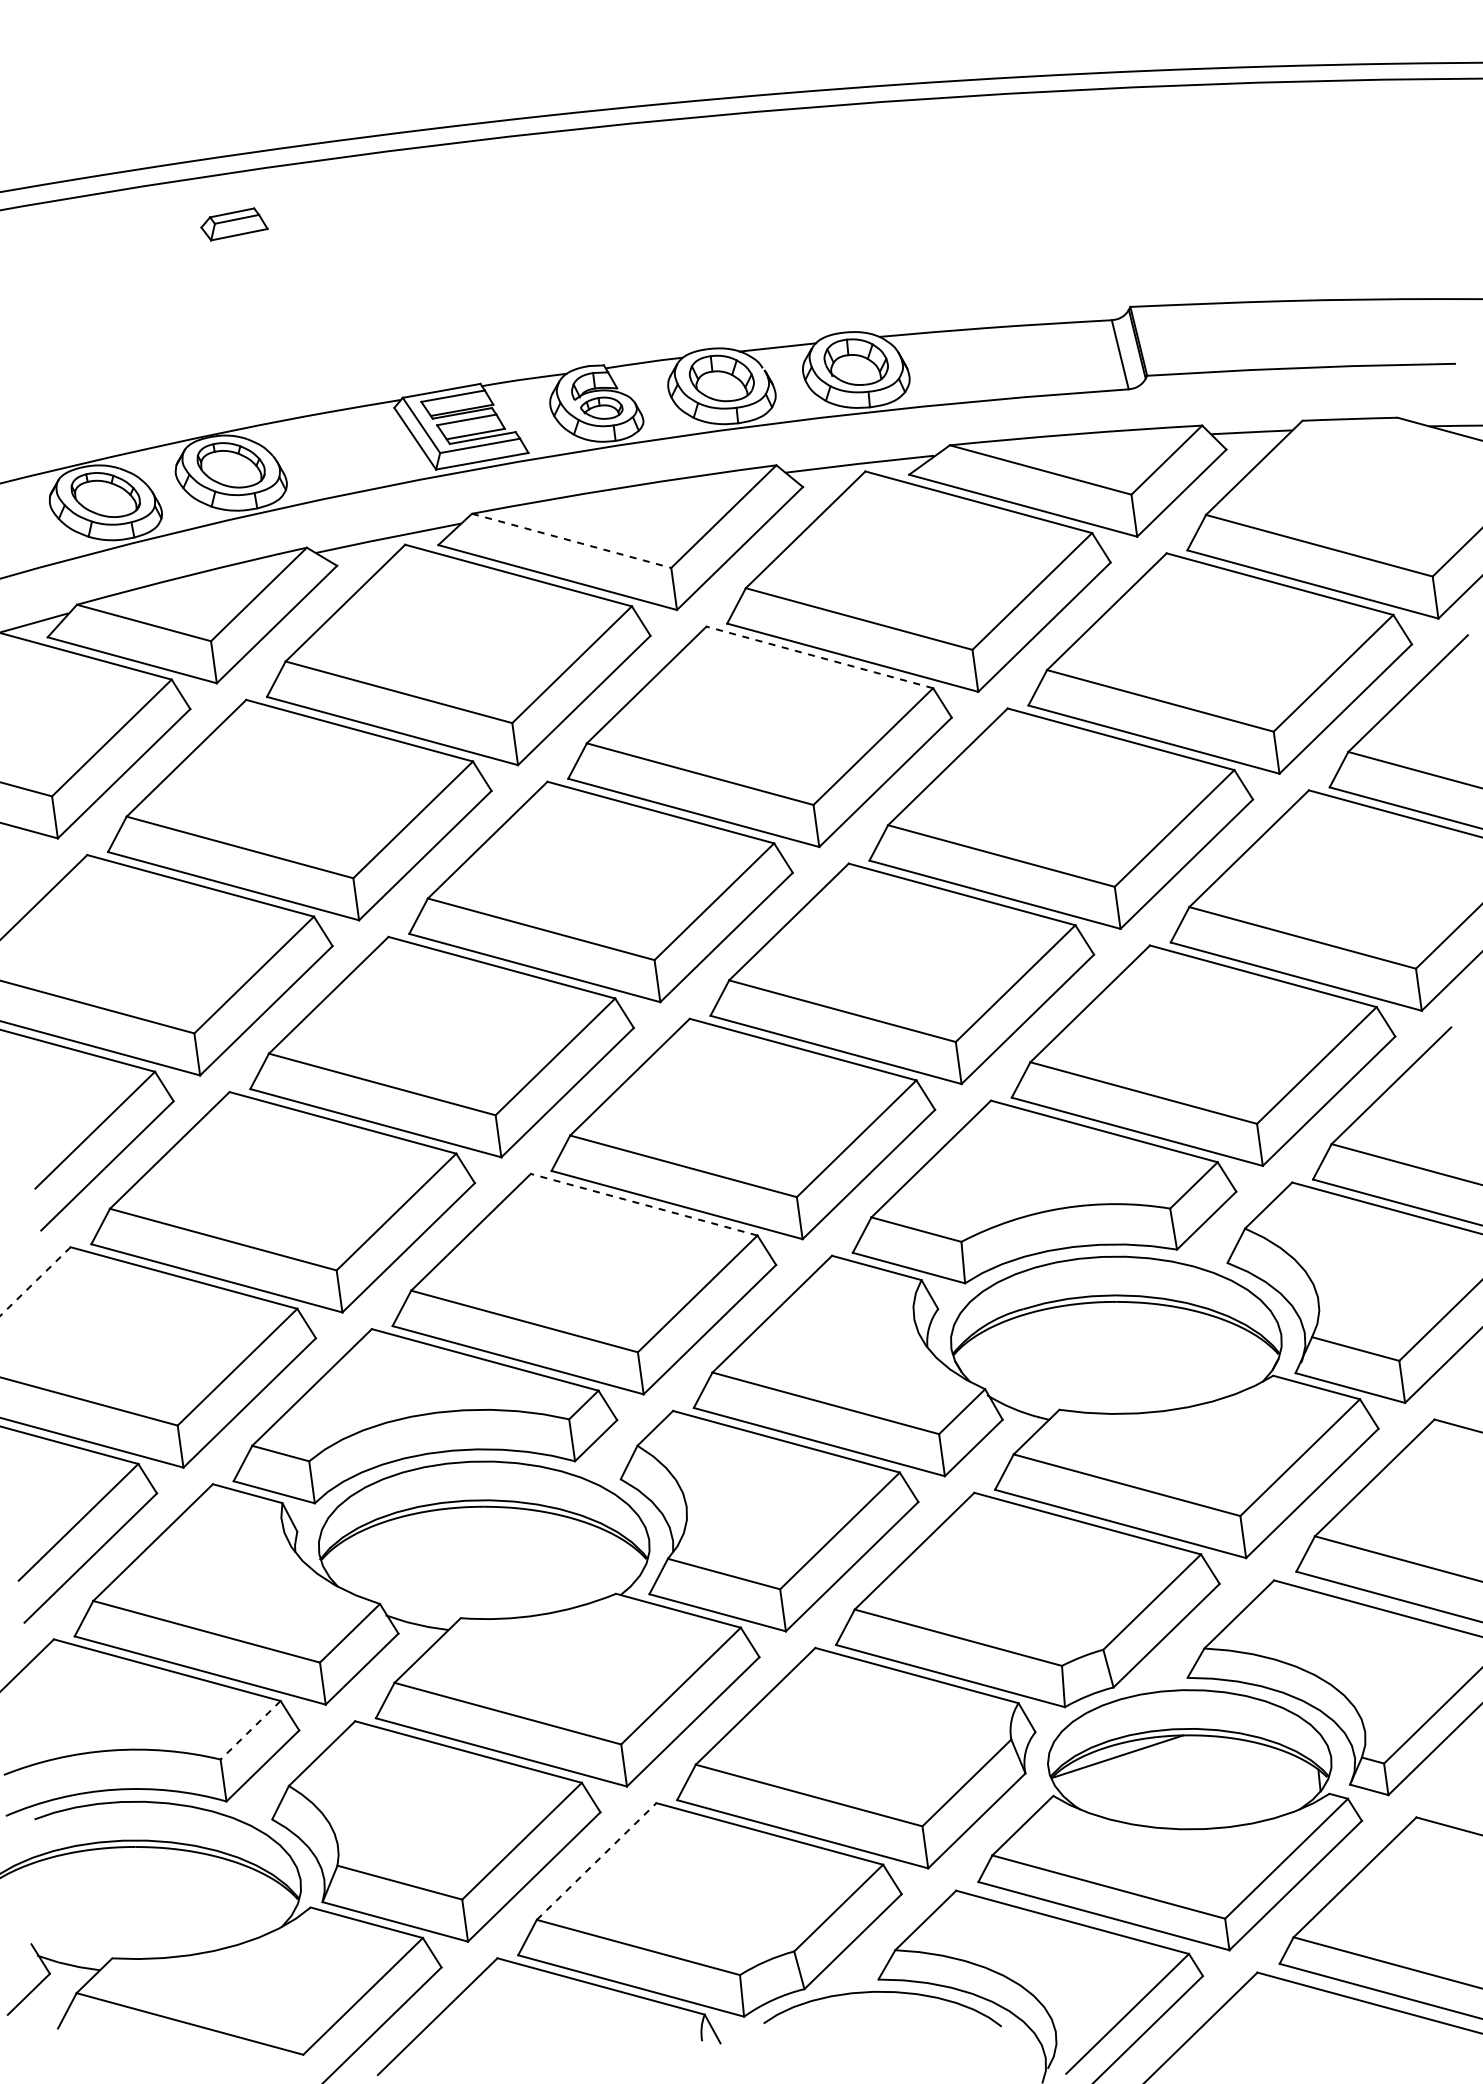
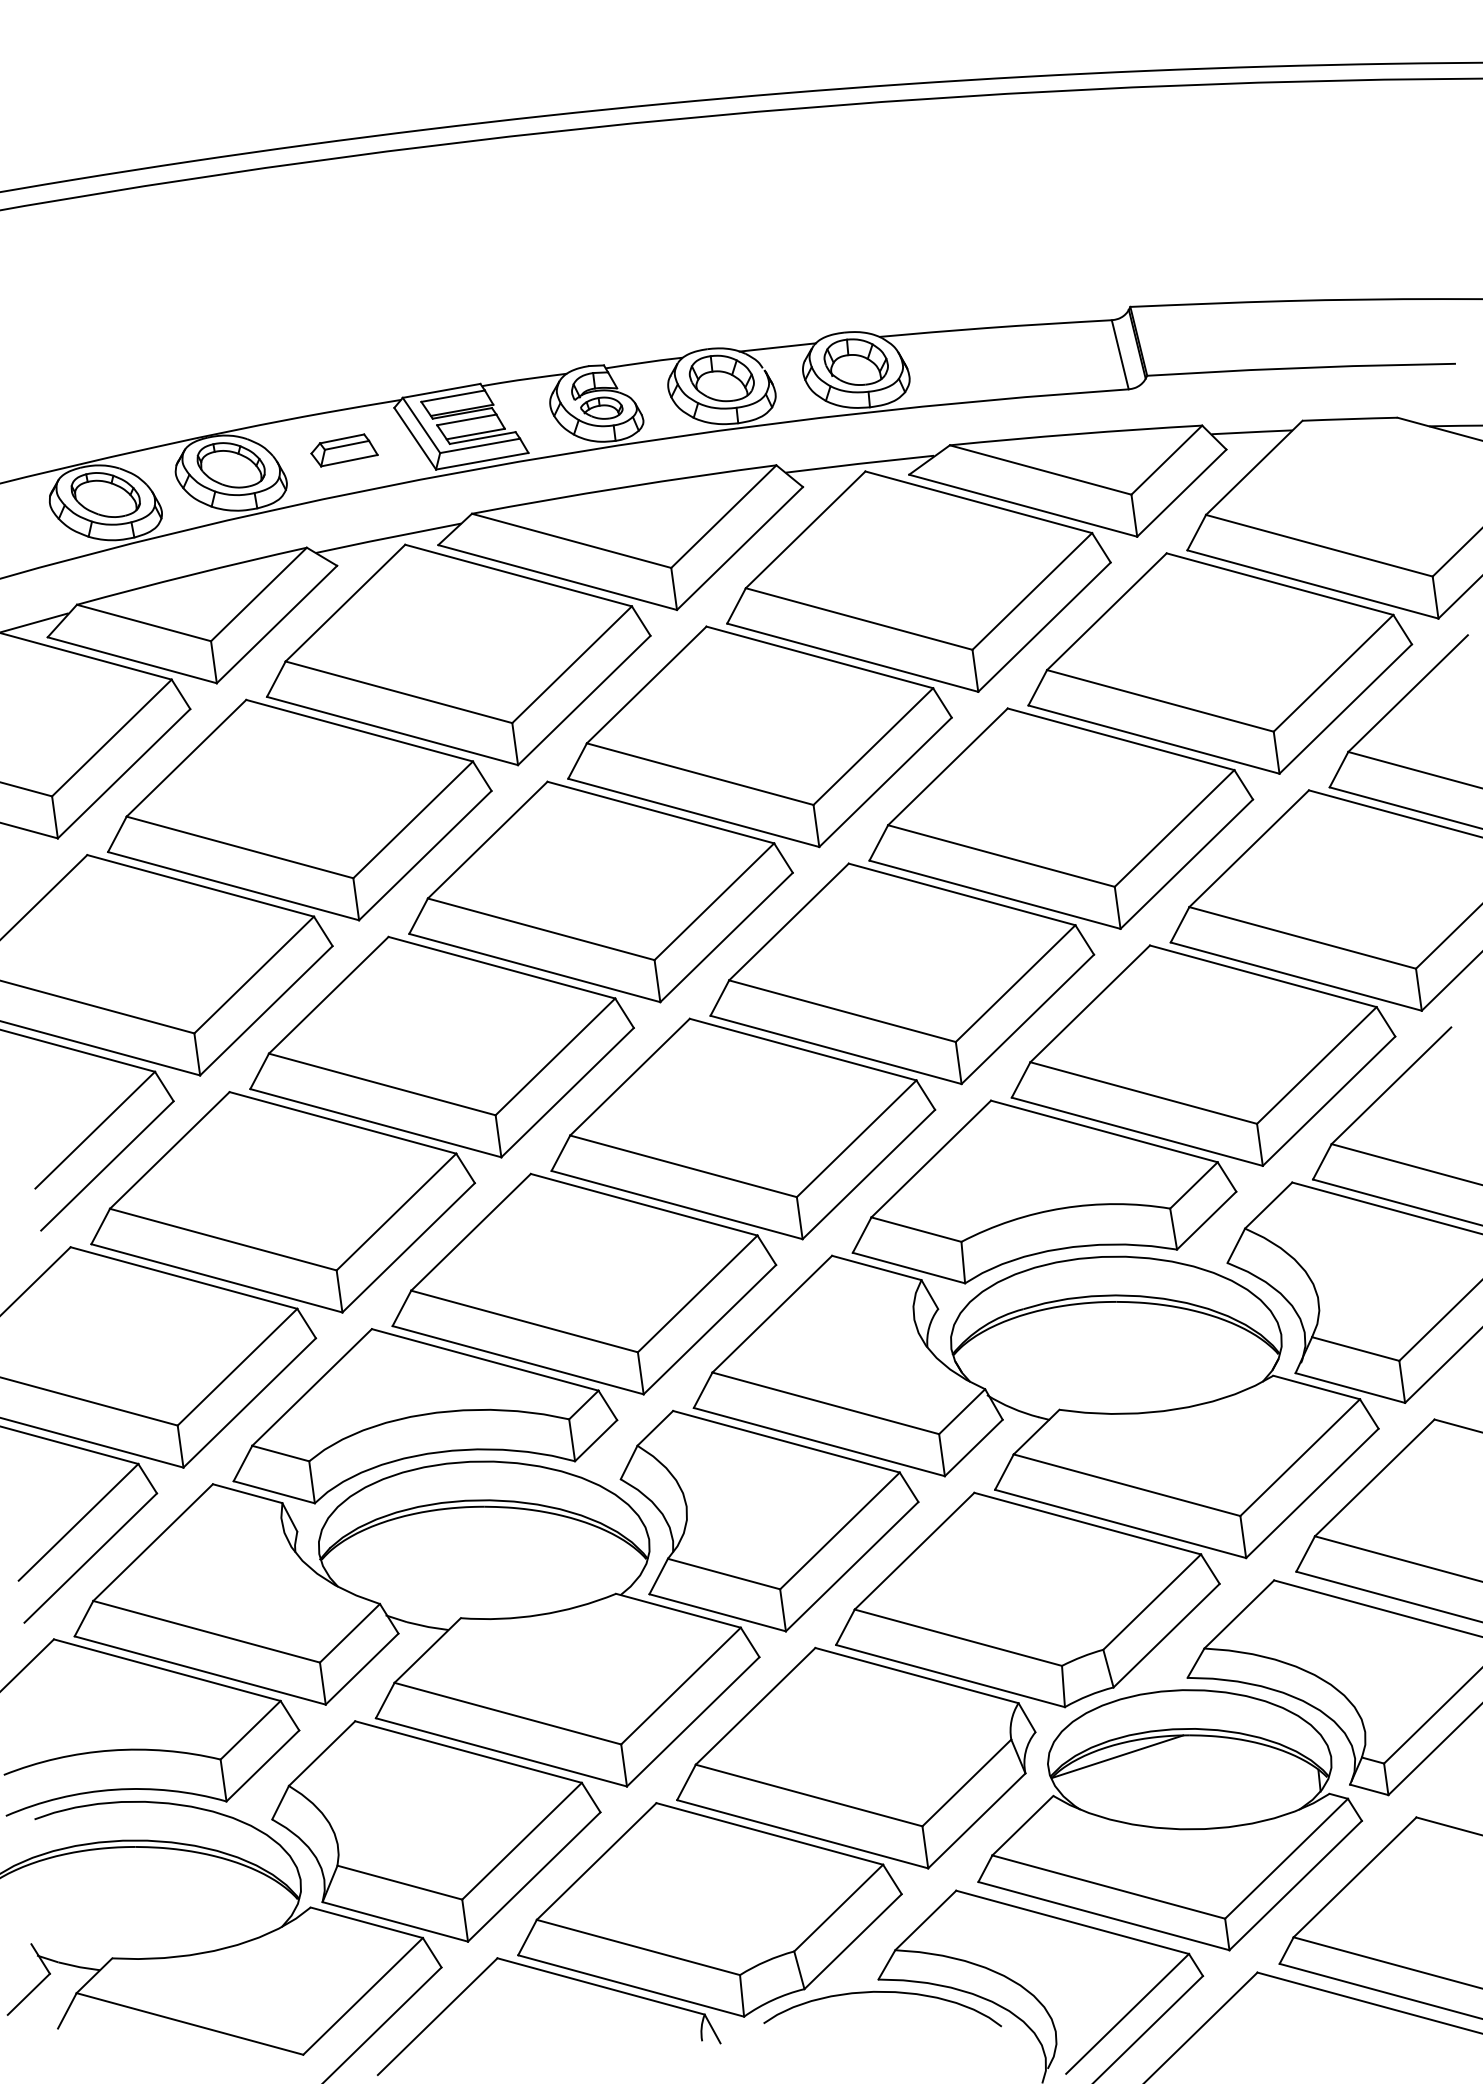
part at (234, 224) position: (234, 224) -> (344, 450)
line at (572, 541): dashed -> solid
line at (819, 657): dashed -> solid
line at (643, 1204): dashed -> solid
line at (35, 1281): dashed -> solid
line at (250, 1730): dashed -> solid
line at (596, 1861): dashed -> solid
